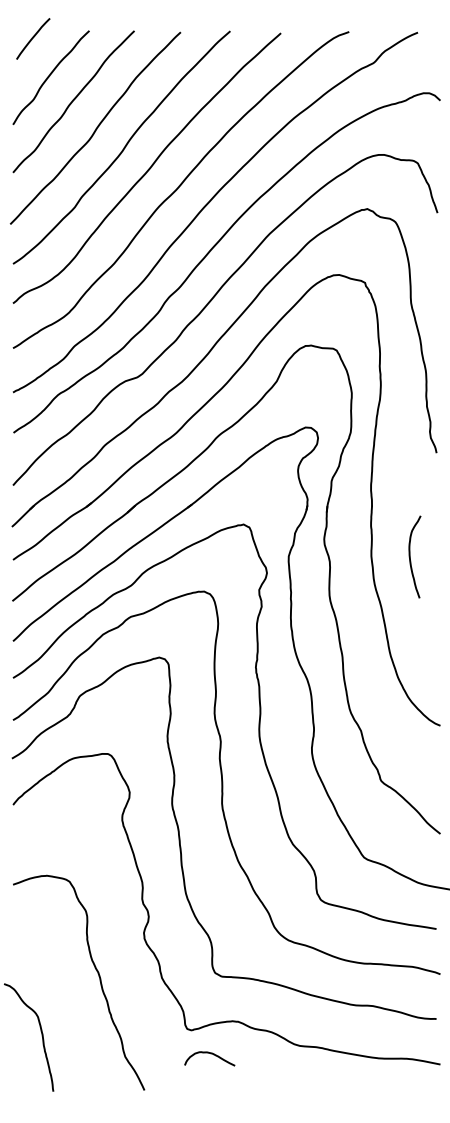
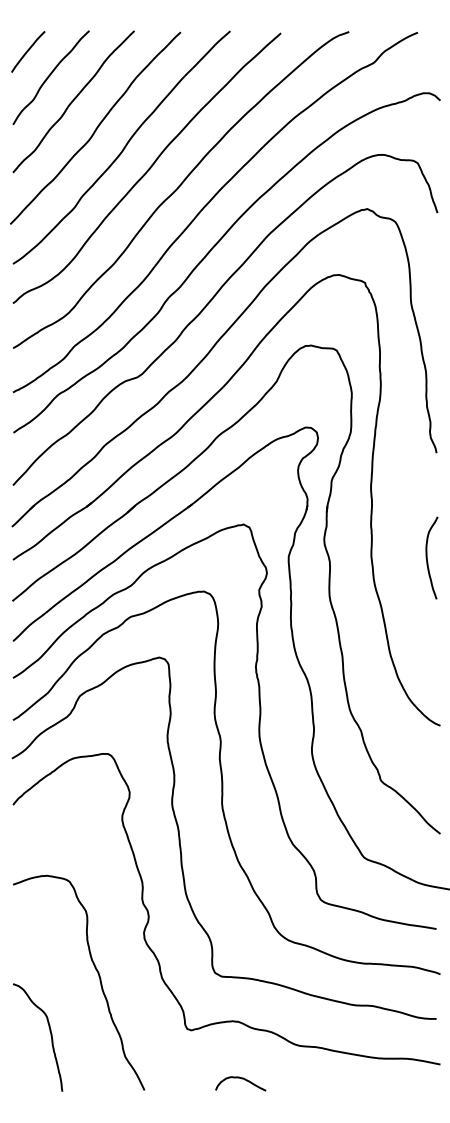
curve at (33, 38) position: (33, 38) -> (28, 51)
curve at (410, 556) position: (410, 556) -> (427, 557)
curve at (41, 1036) position: (41, 1036) -> (50, 1036)
curve at (210, 1054) position: (210, 1054) -> (241, 1079)
